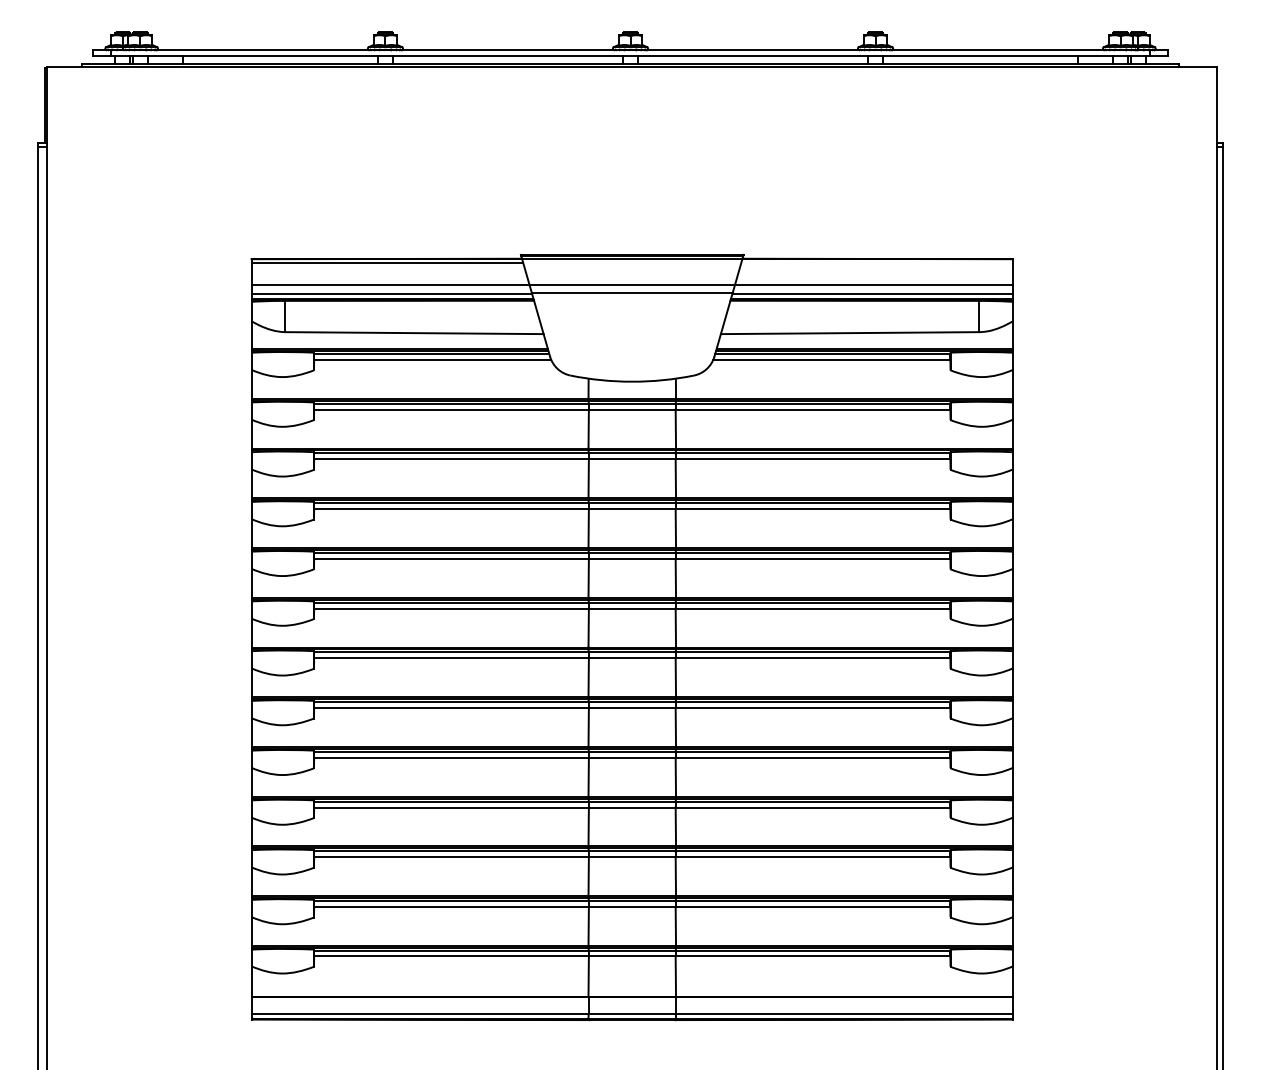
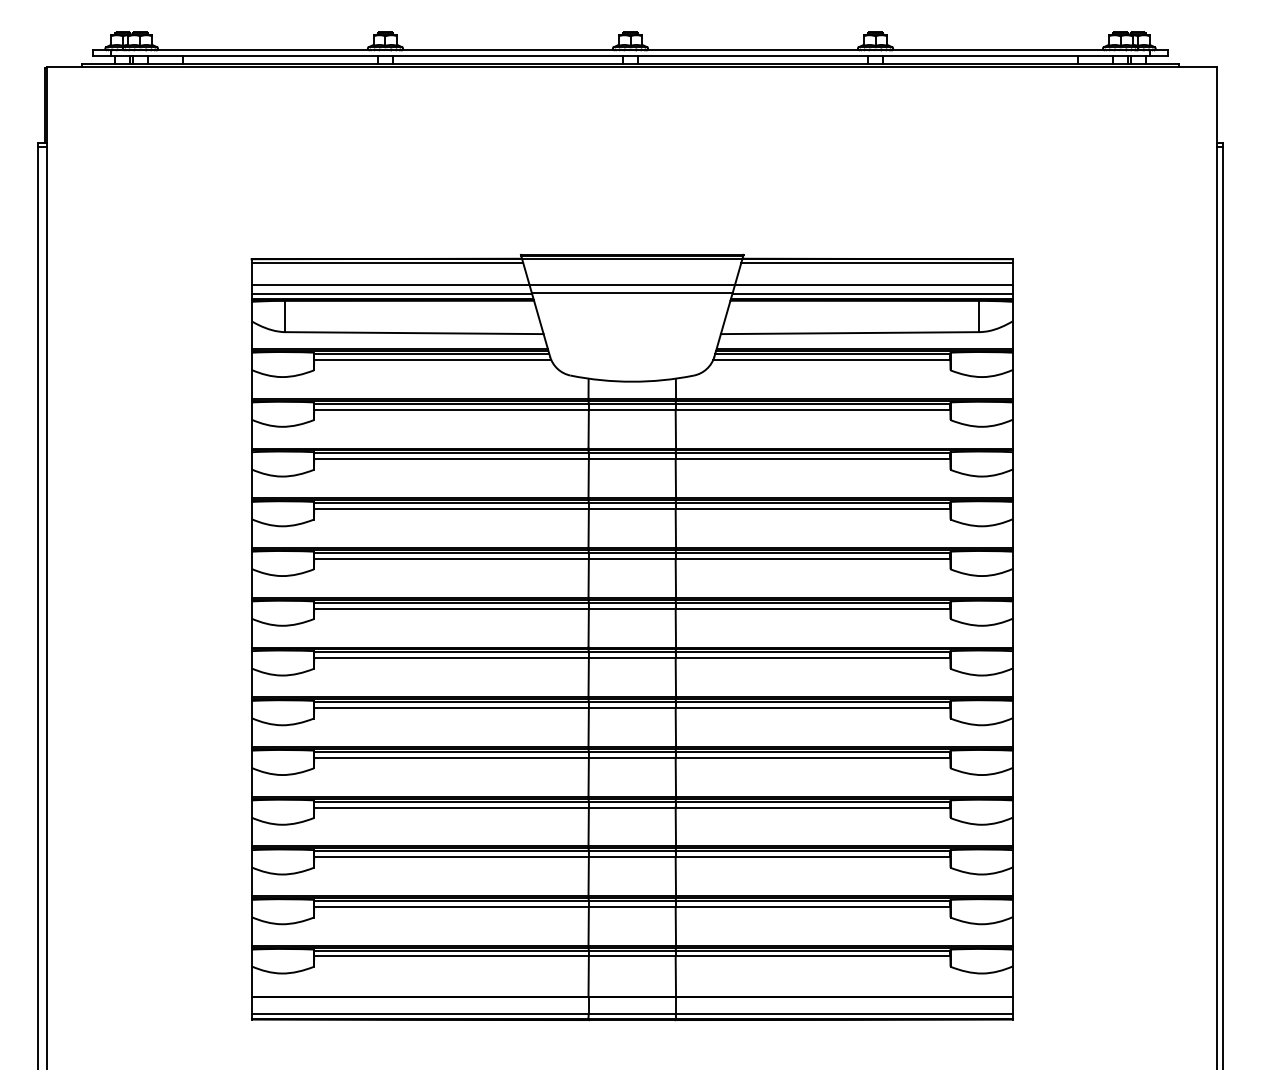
line at (876, 262): none -> present
